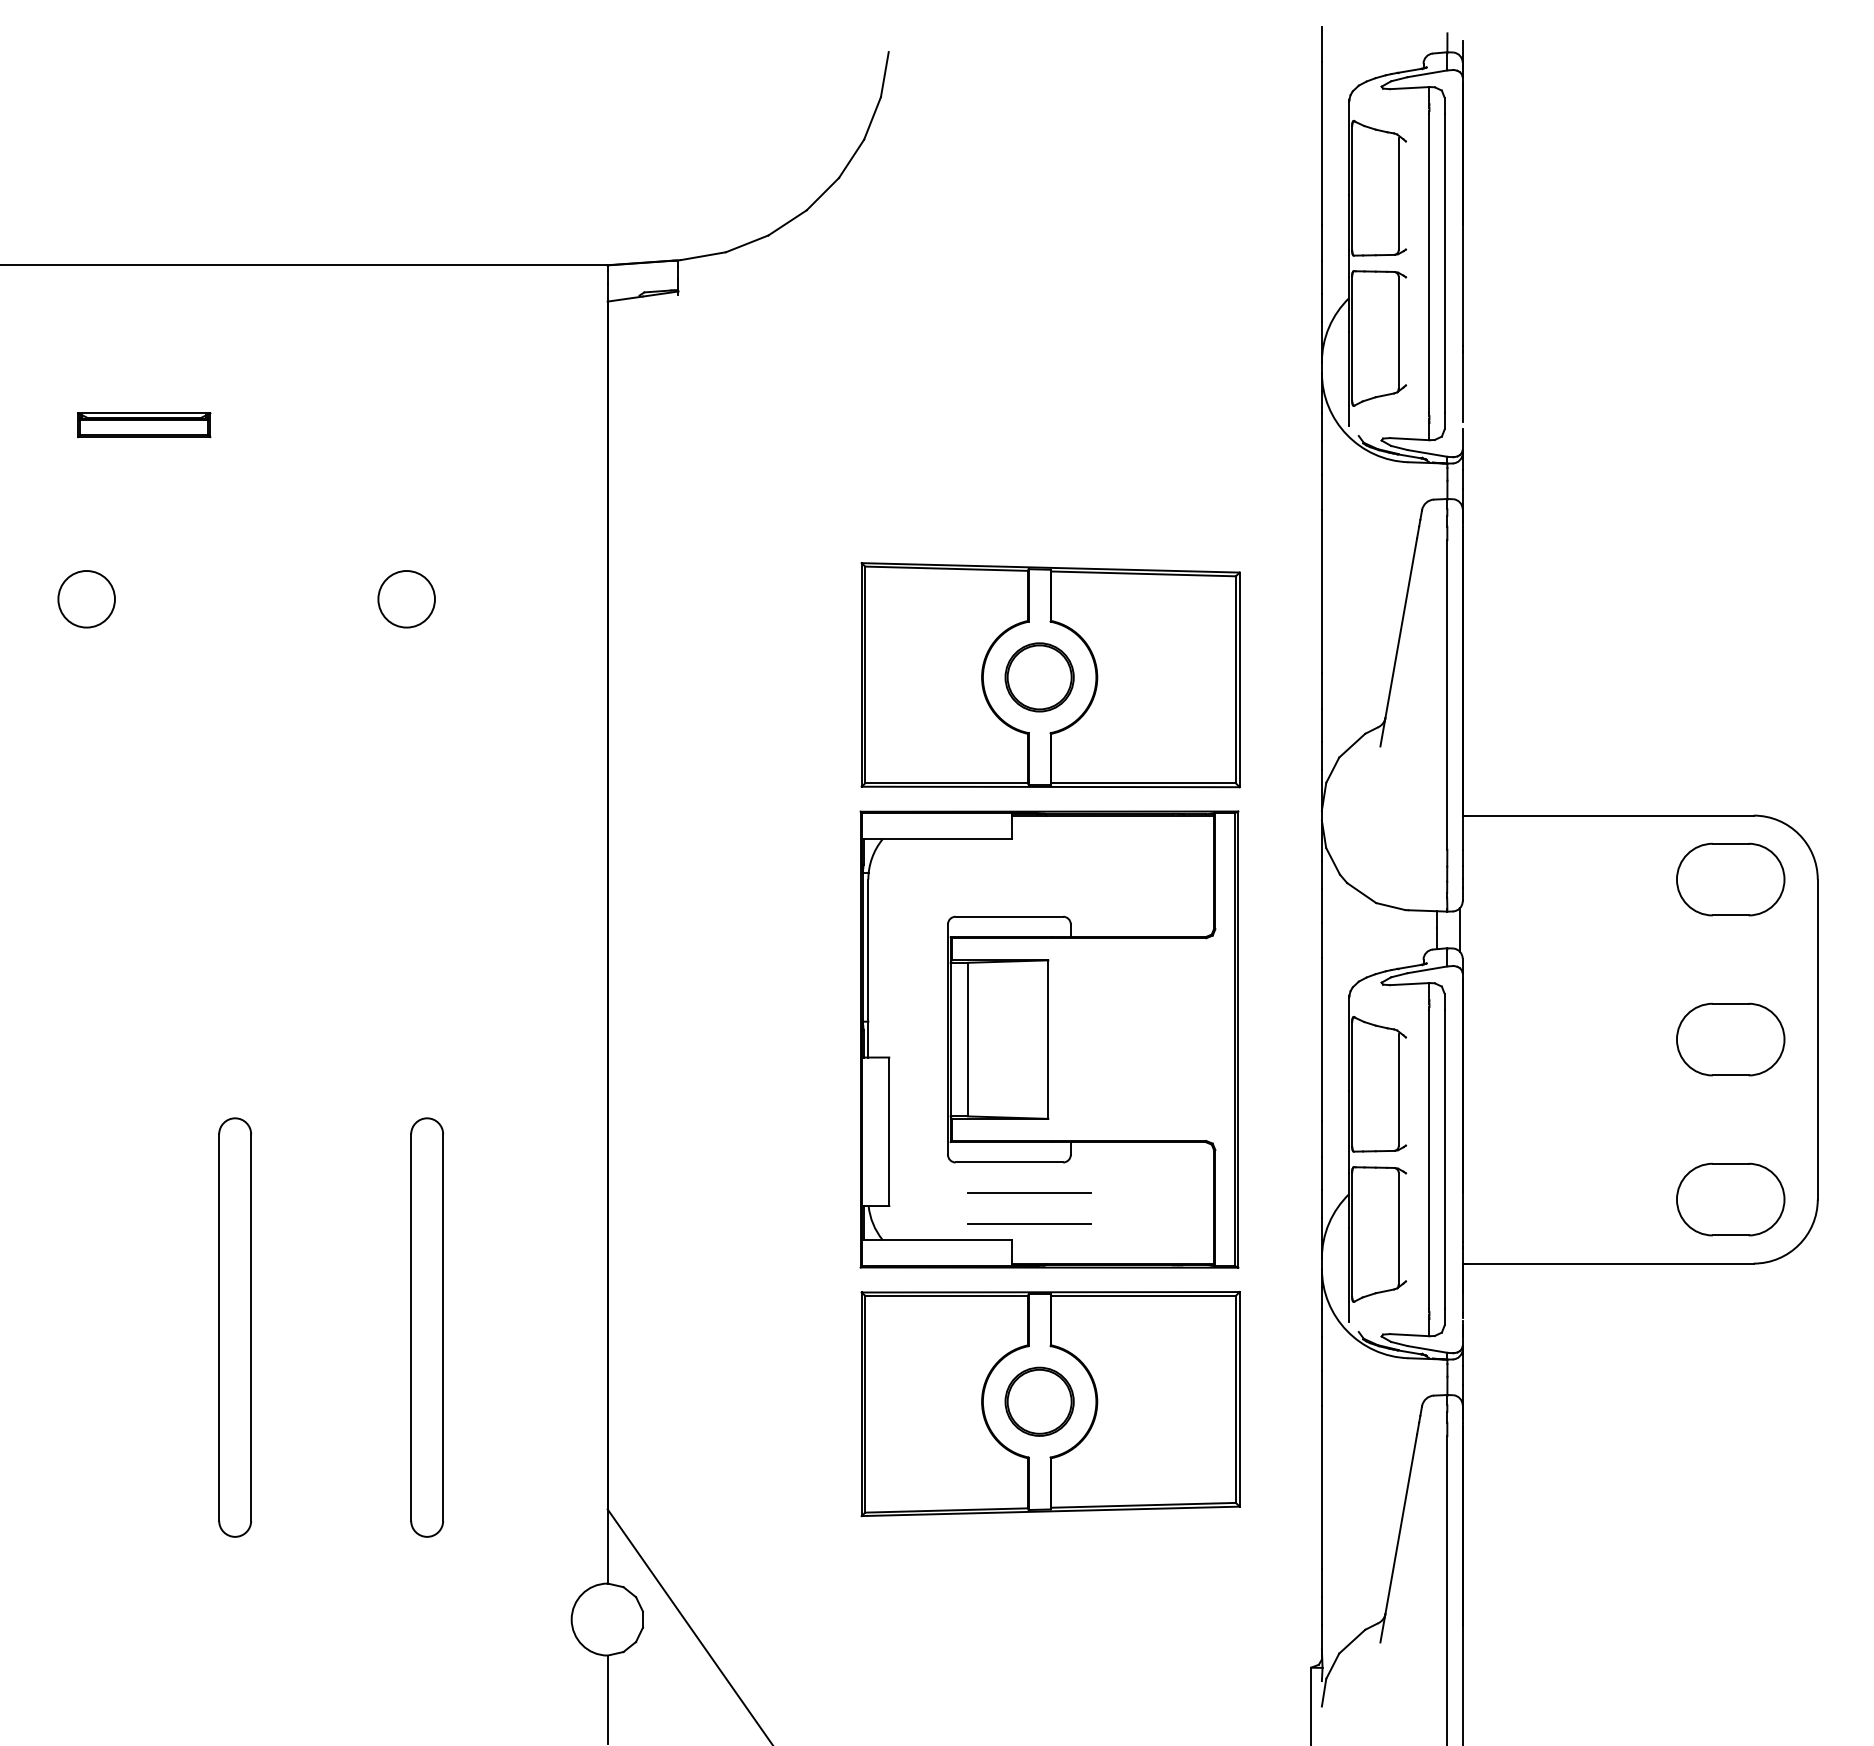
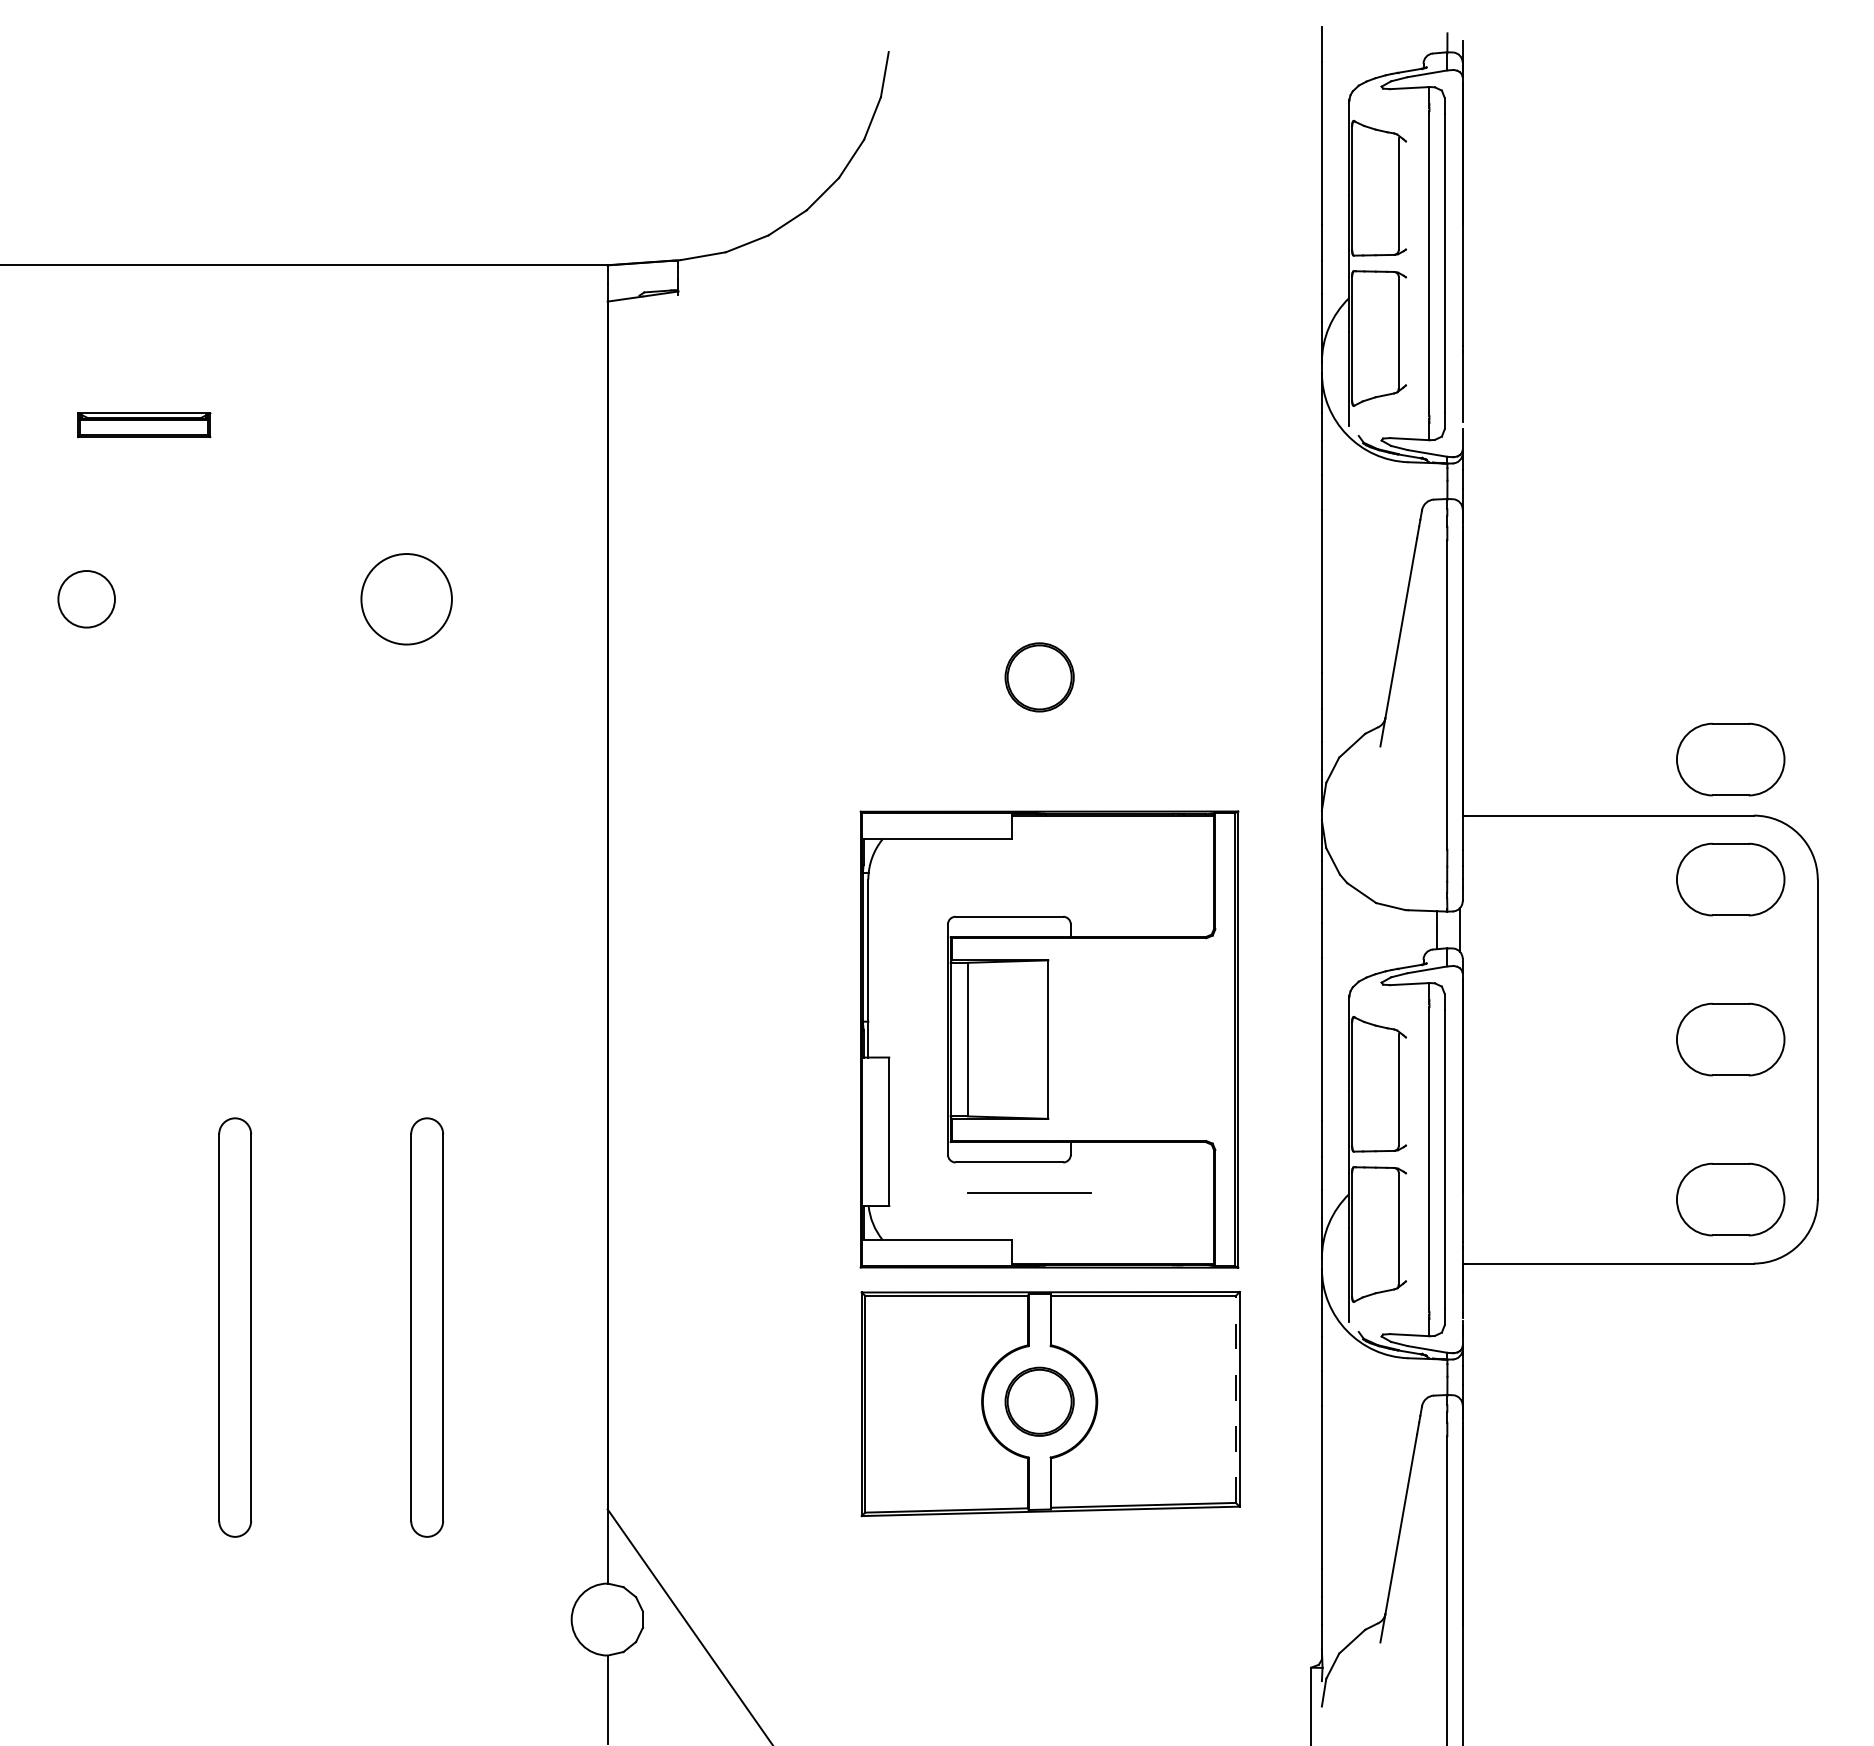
circle at (406, 599) diameter: 57 px -> 91 px
part at (1050, 675): present -> none
part at (1730, 759): none -> present
line at (1028, 1223): present -> none
line at (1235, 1399): solid -> dashed
